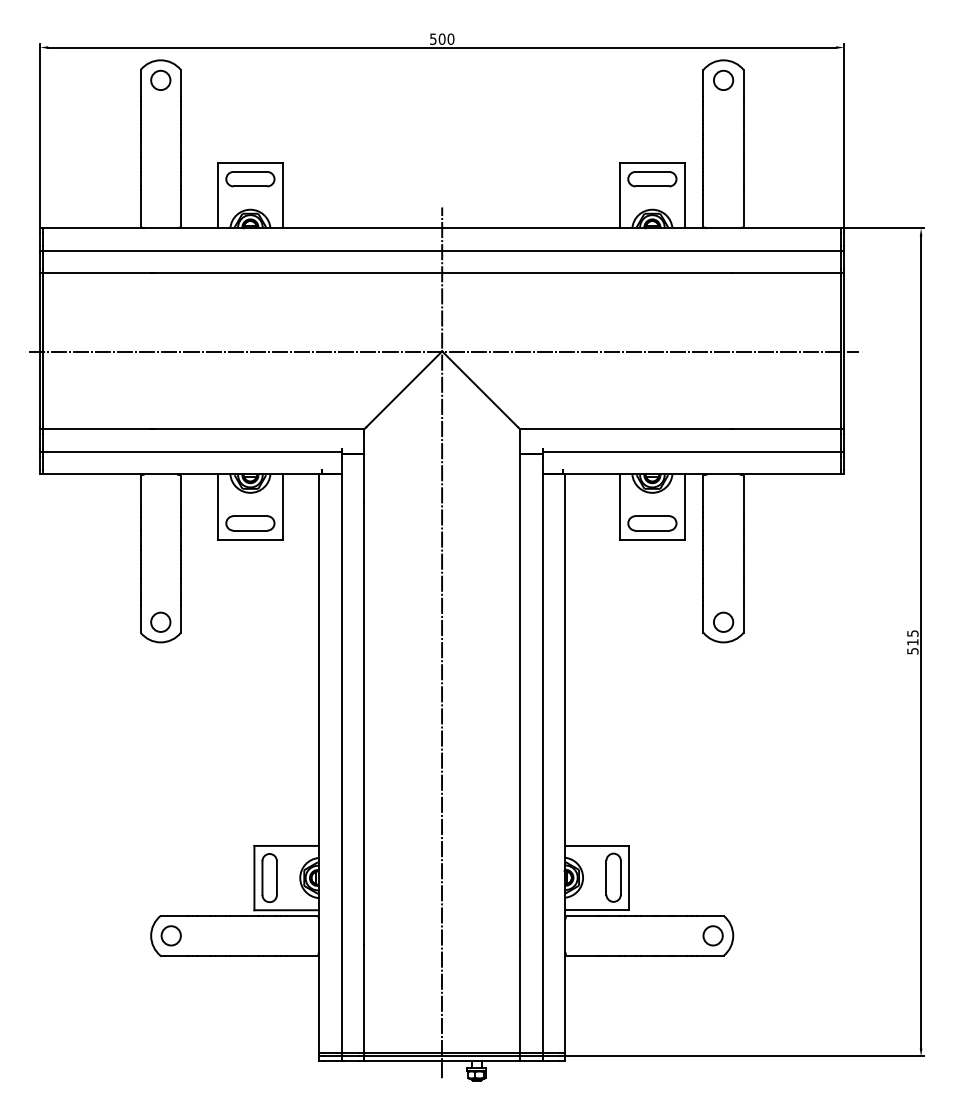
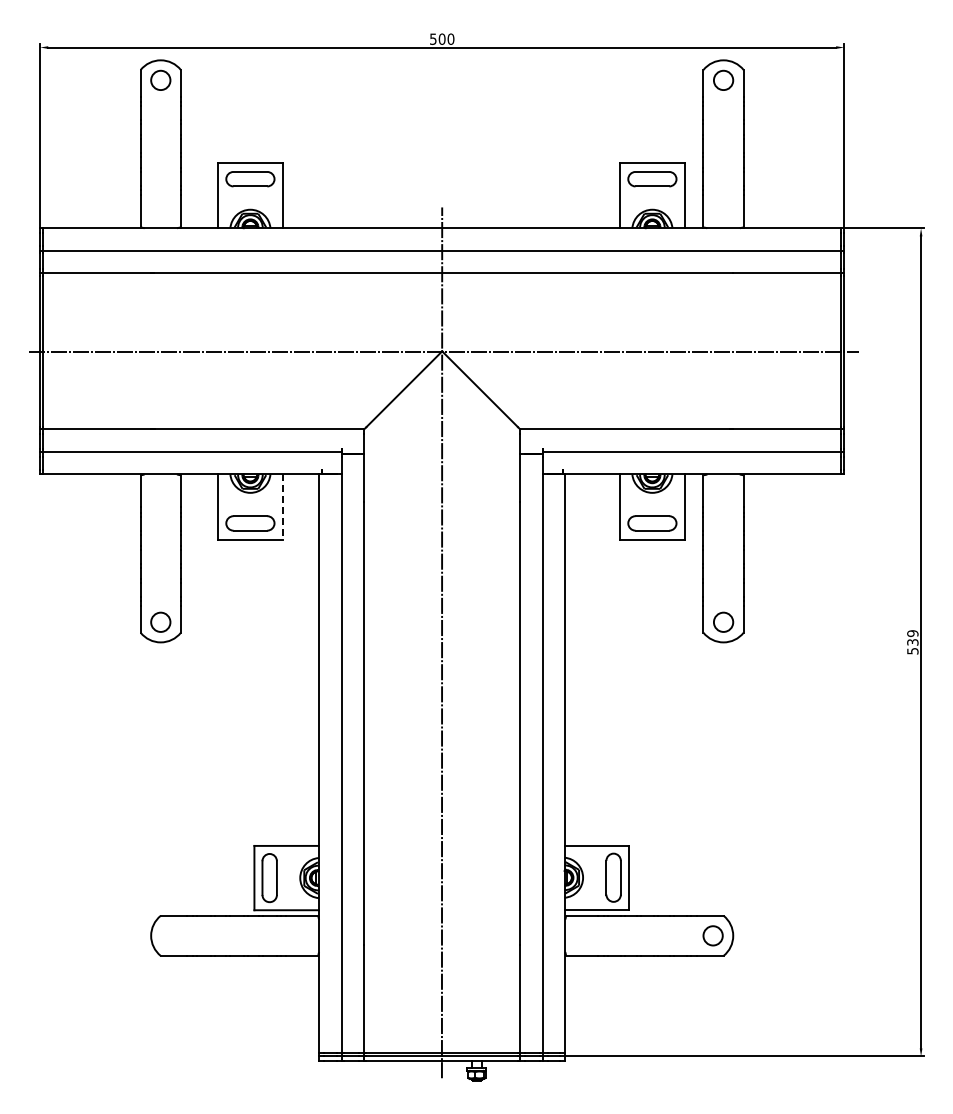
line at (282, 506): solid -> dashed
text at (912, 637): 515 -> 539
circle at (170, 935): present -> none
